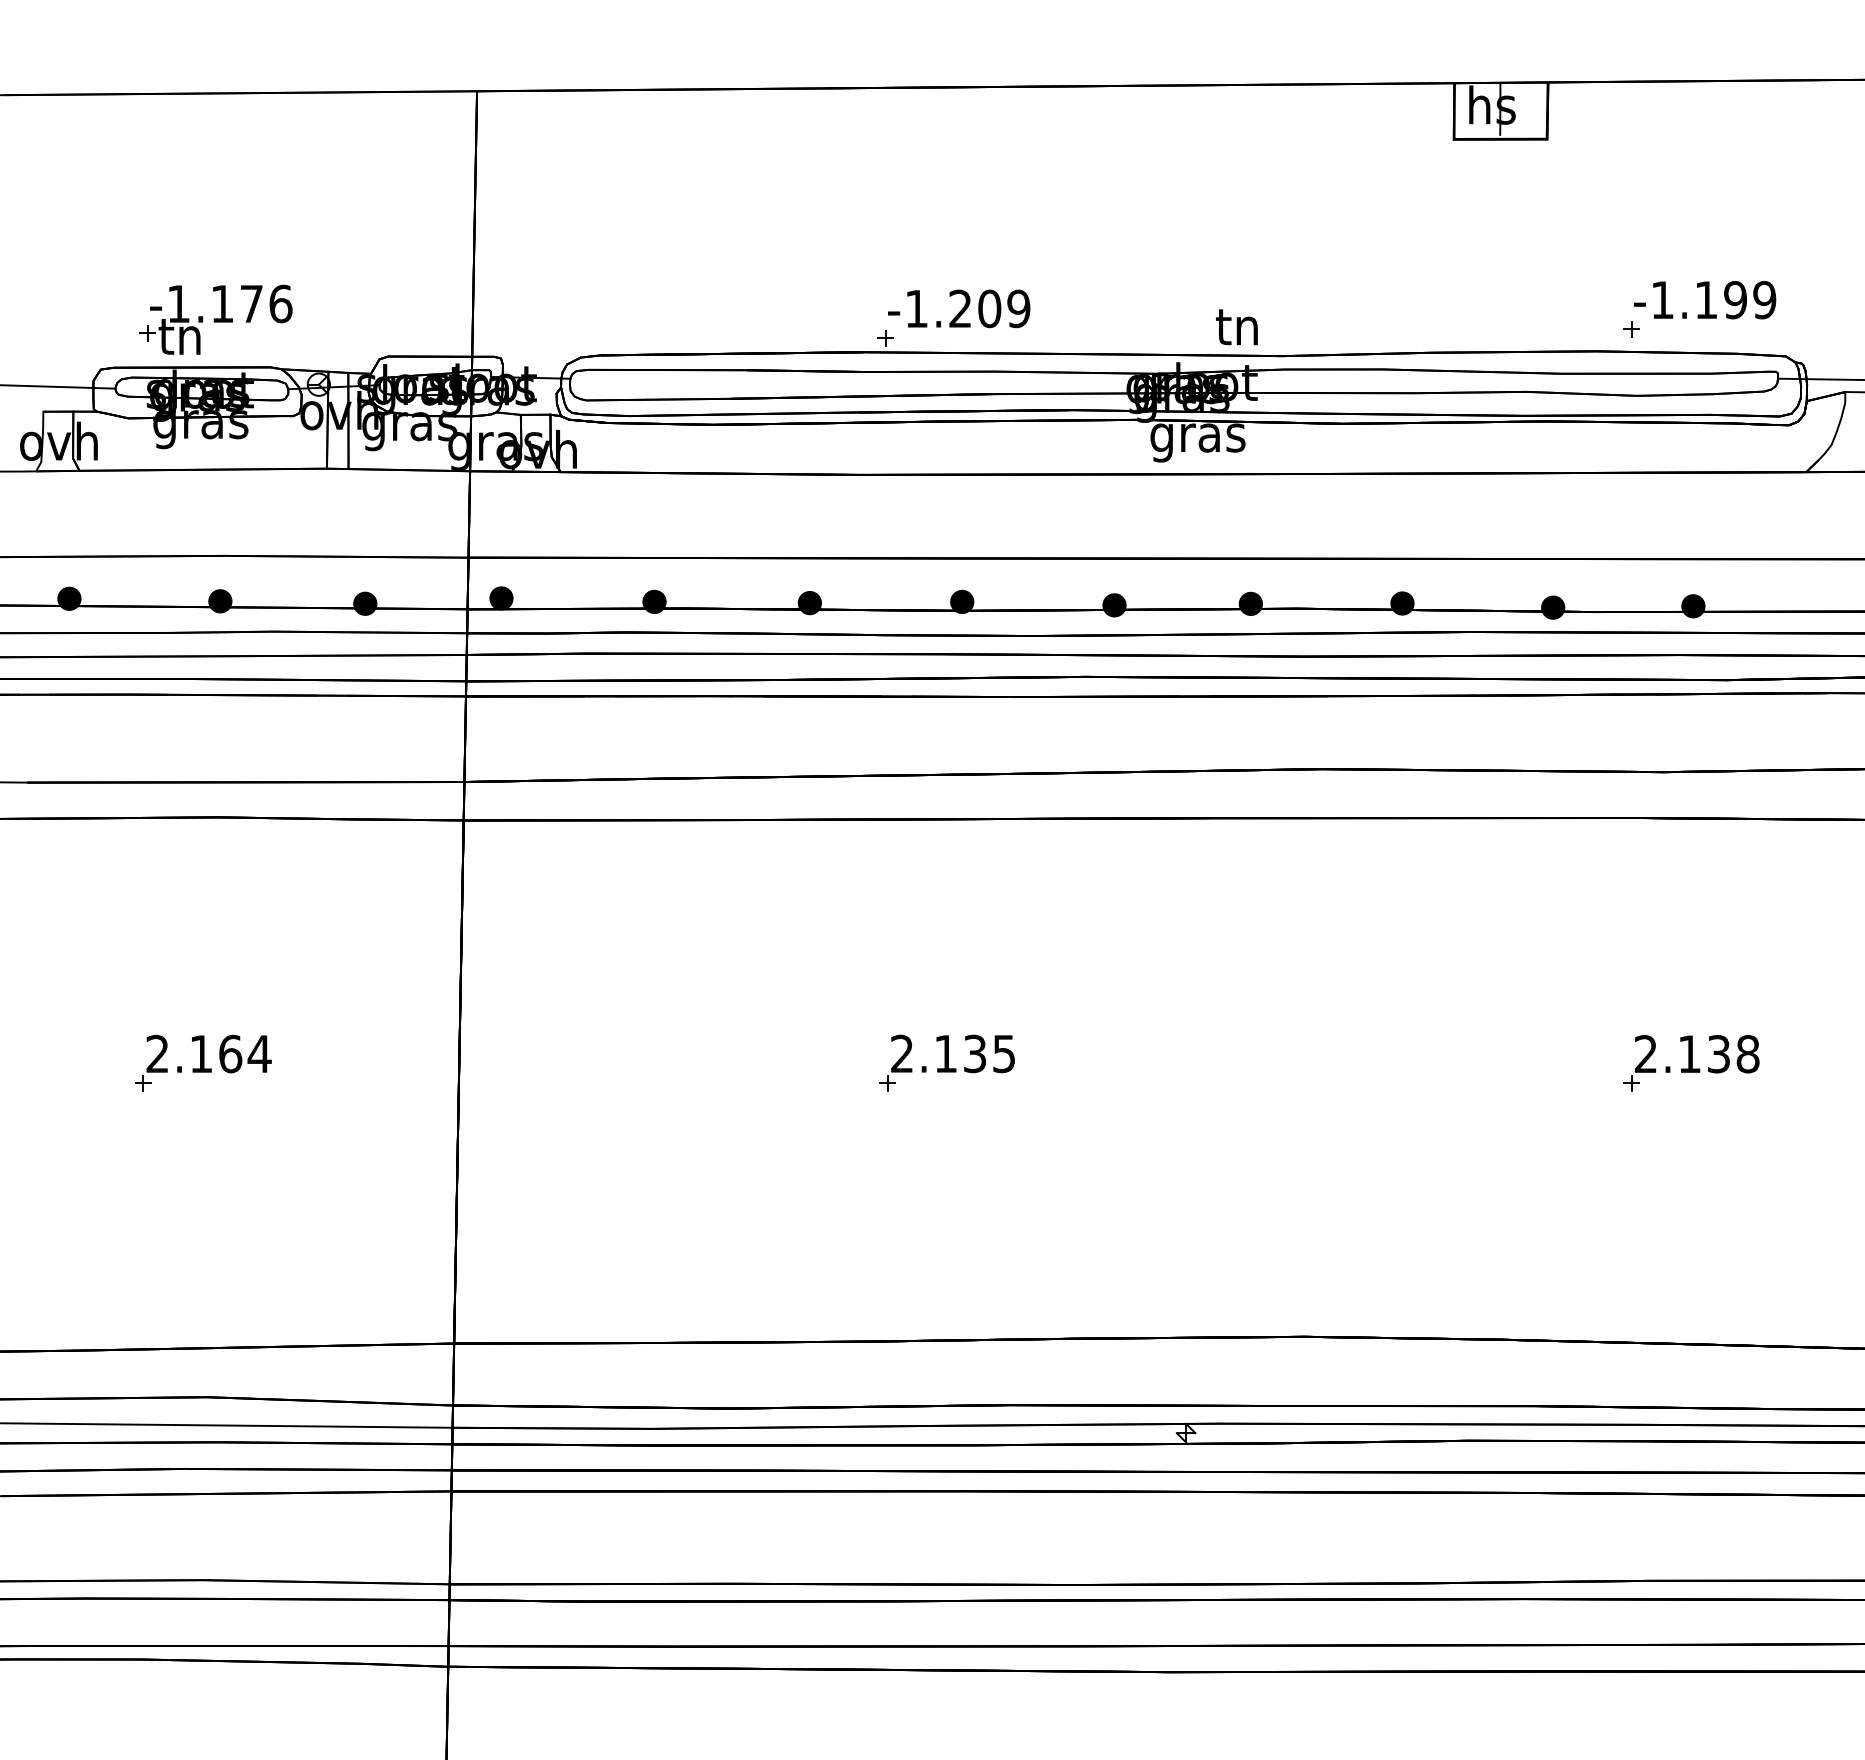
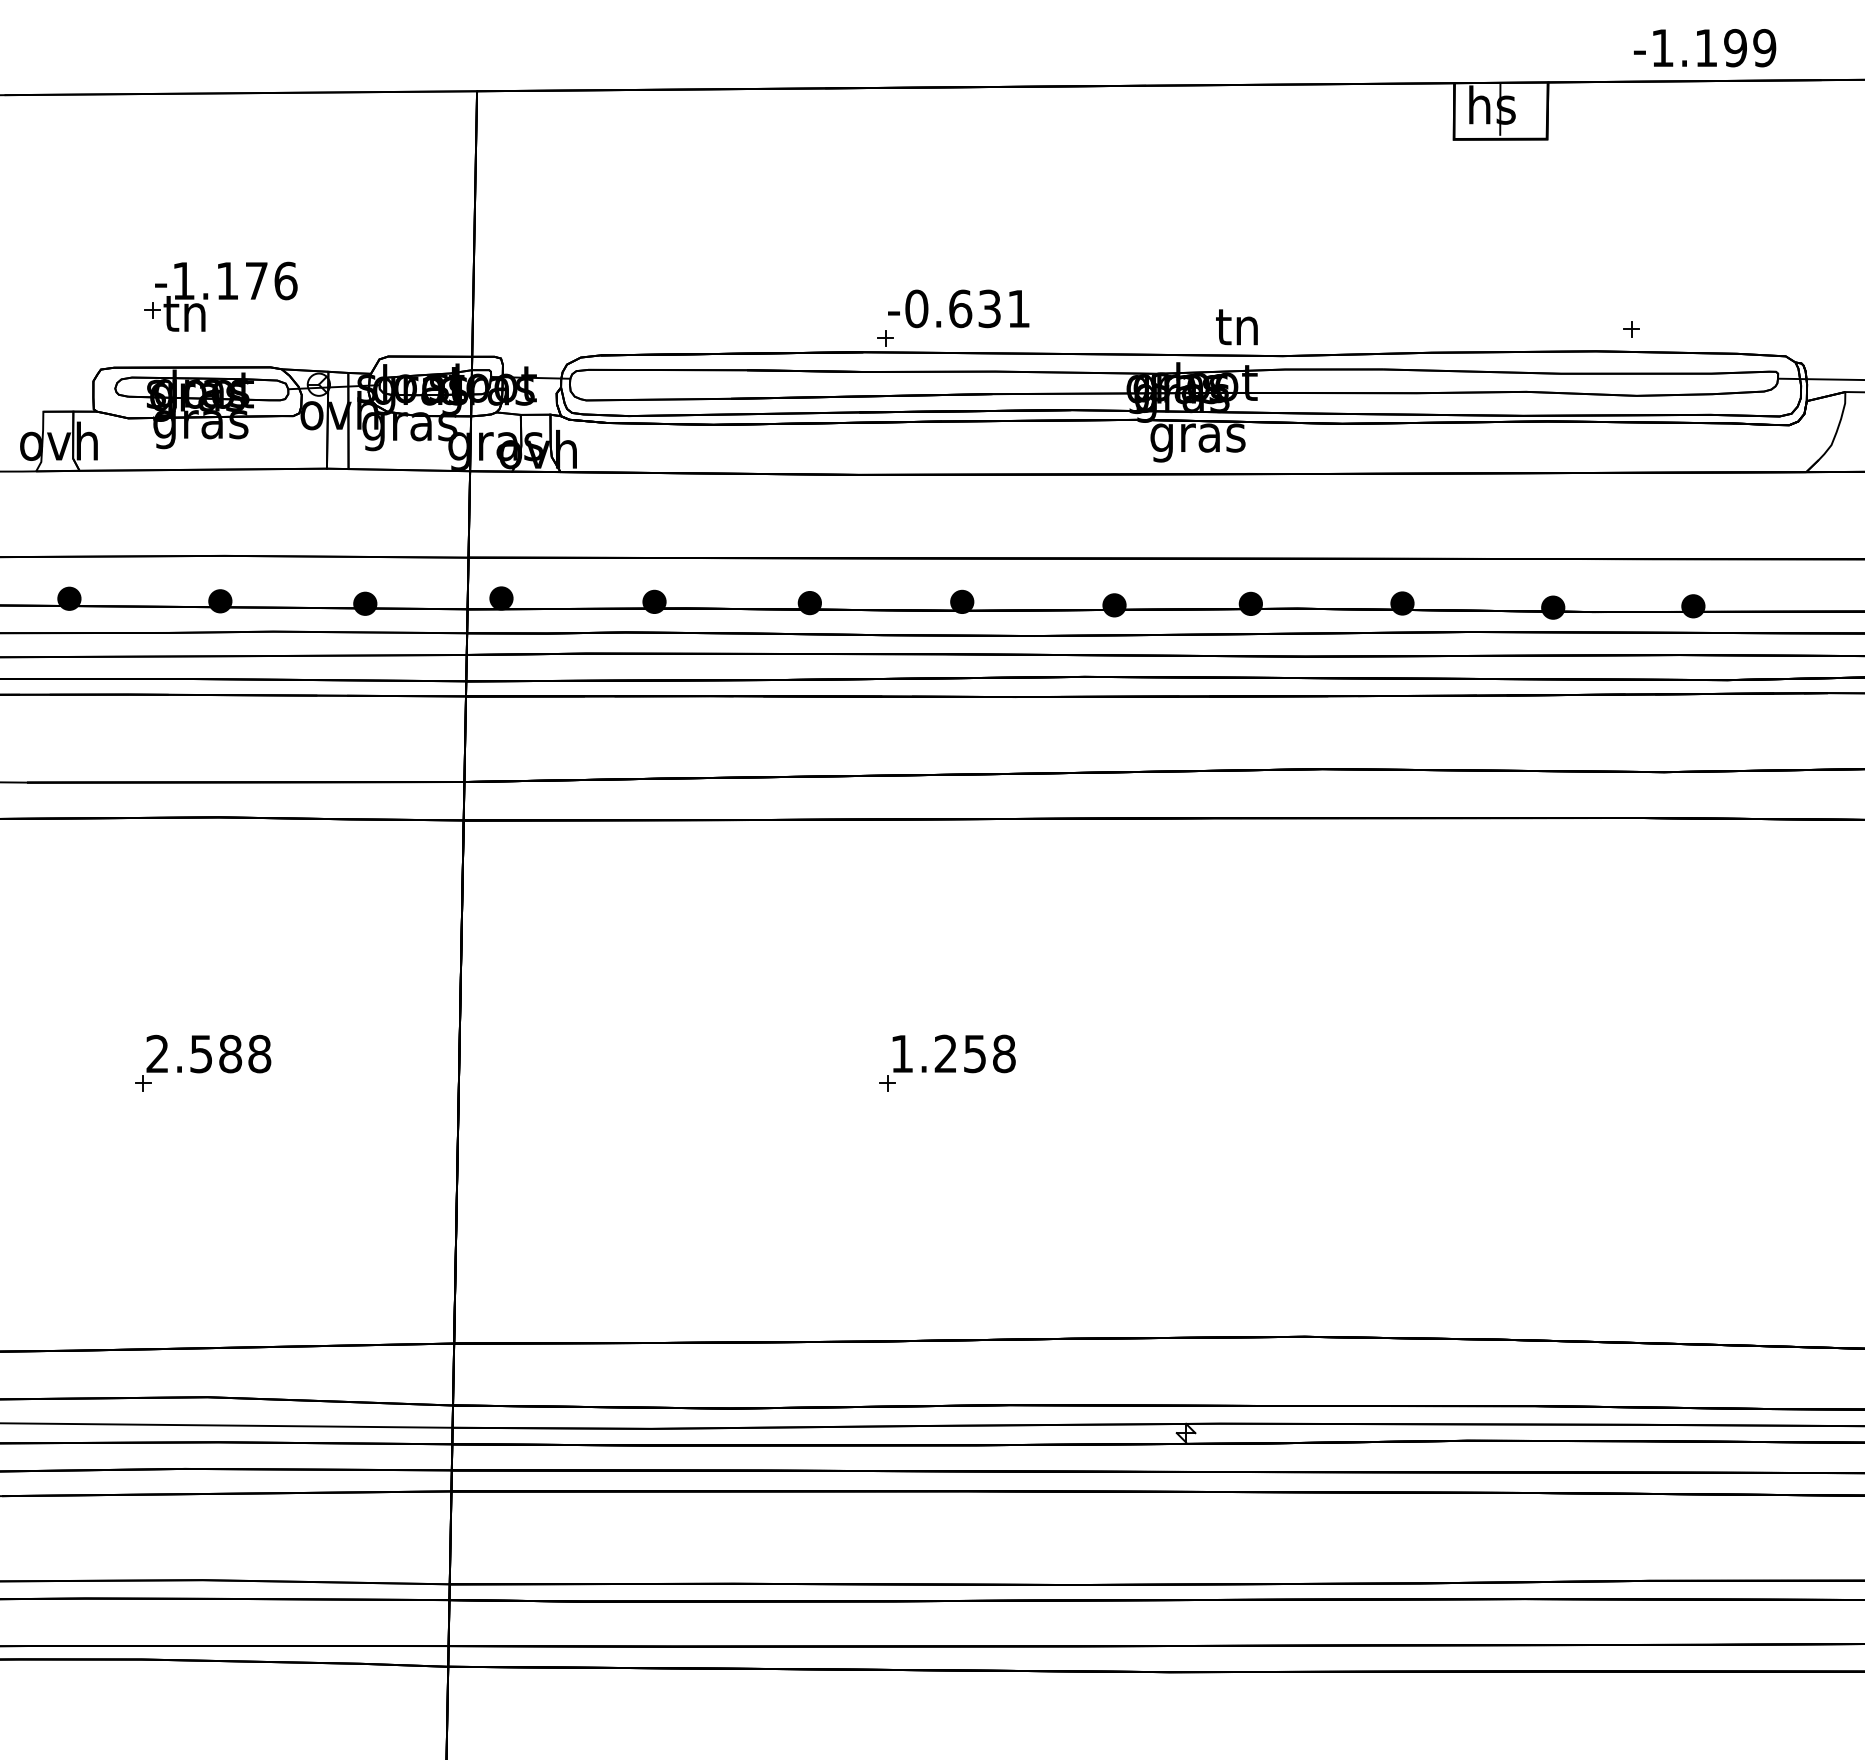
text at (1705, 300) position: (1705, 300) -> (1705, 48)
text at (967, 308): -1.209 -> -0.631
part at (215, 319) position: (215, 319) -> (220, 296)
line at (58, 386): present -> none
text at (230, 1053): 2.164 -> 2.588
text at (953, 1053): 2.135 -> 1.258
part at (1691, 1063): present -> none
